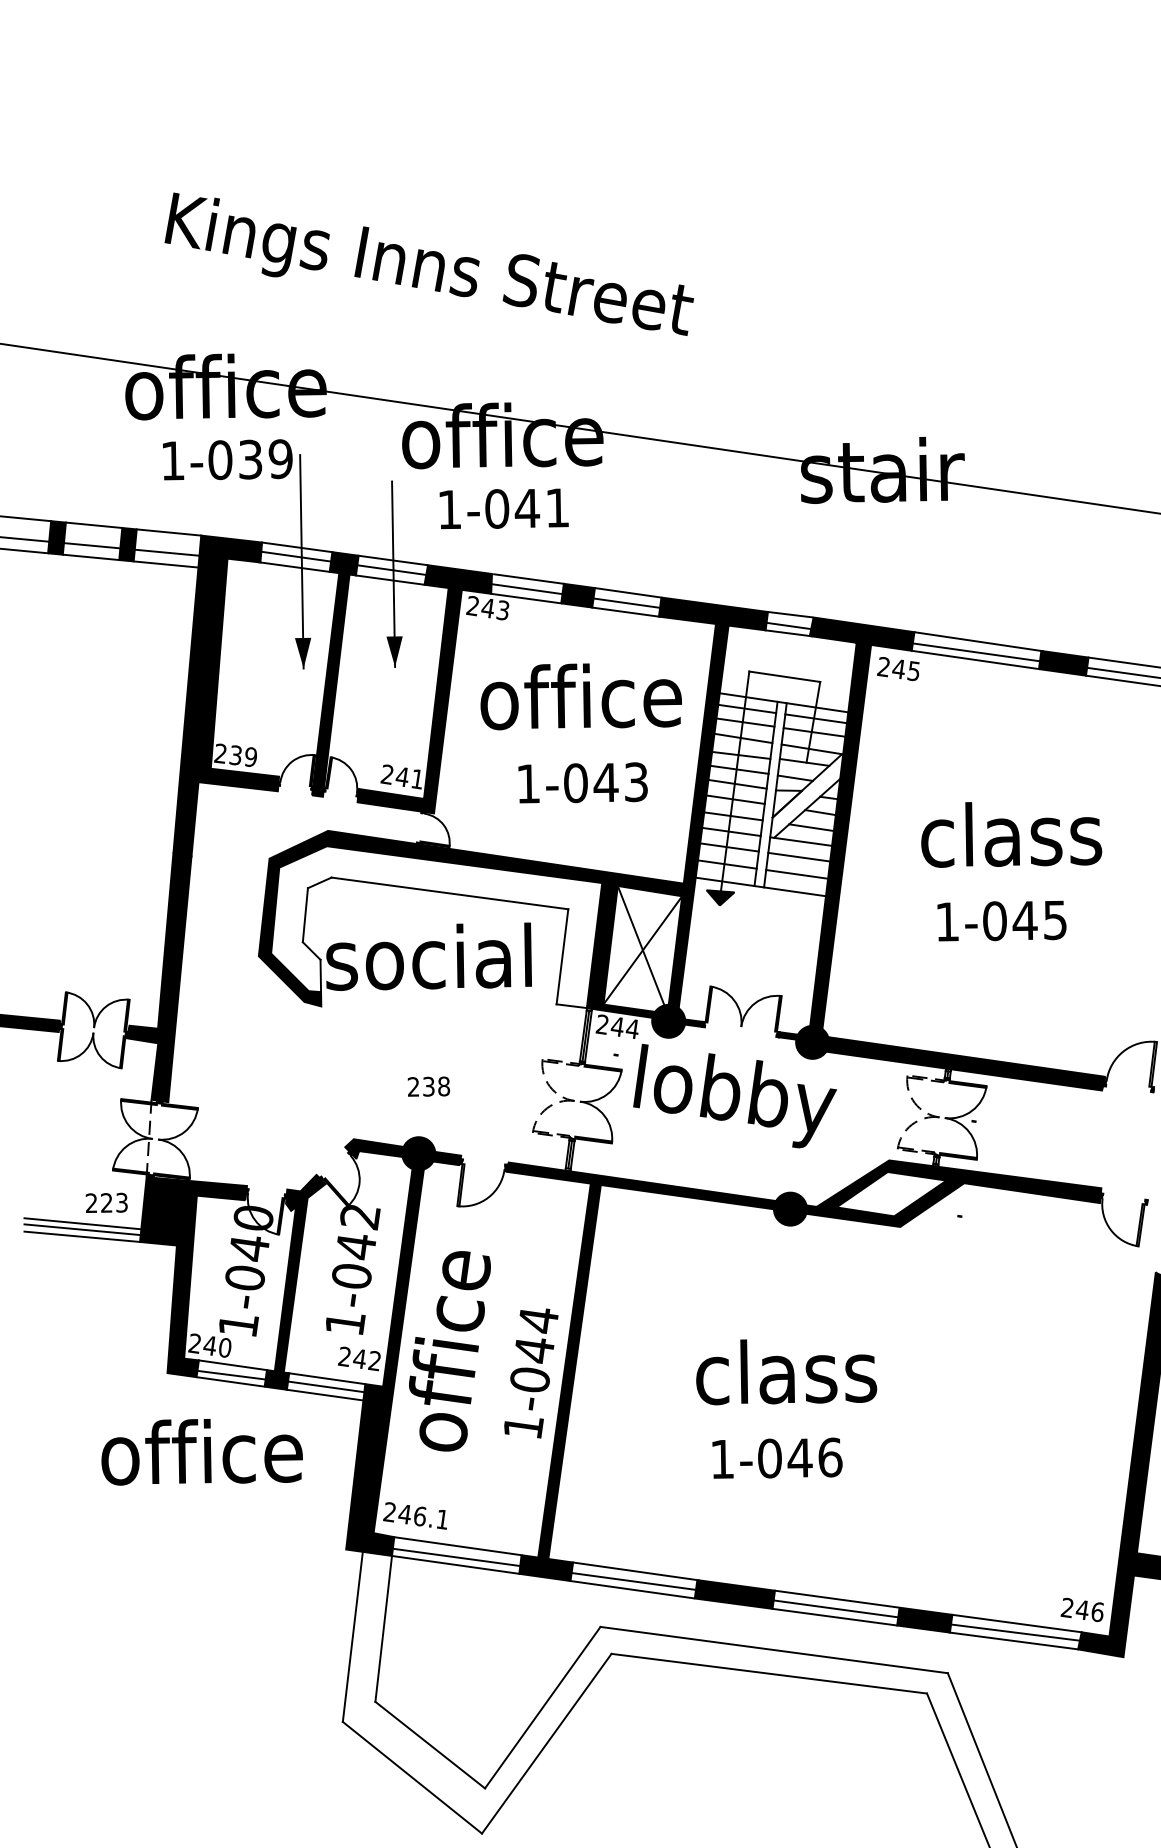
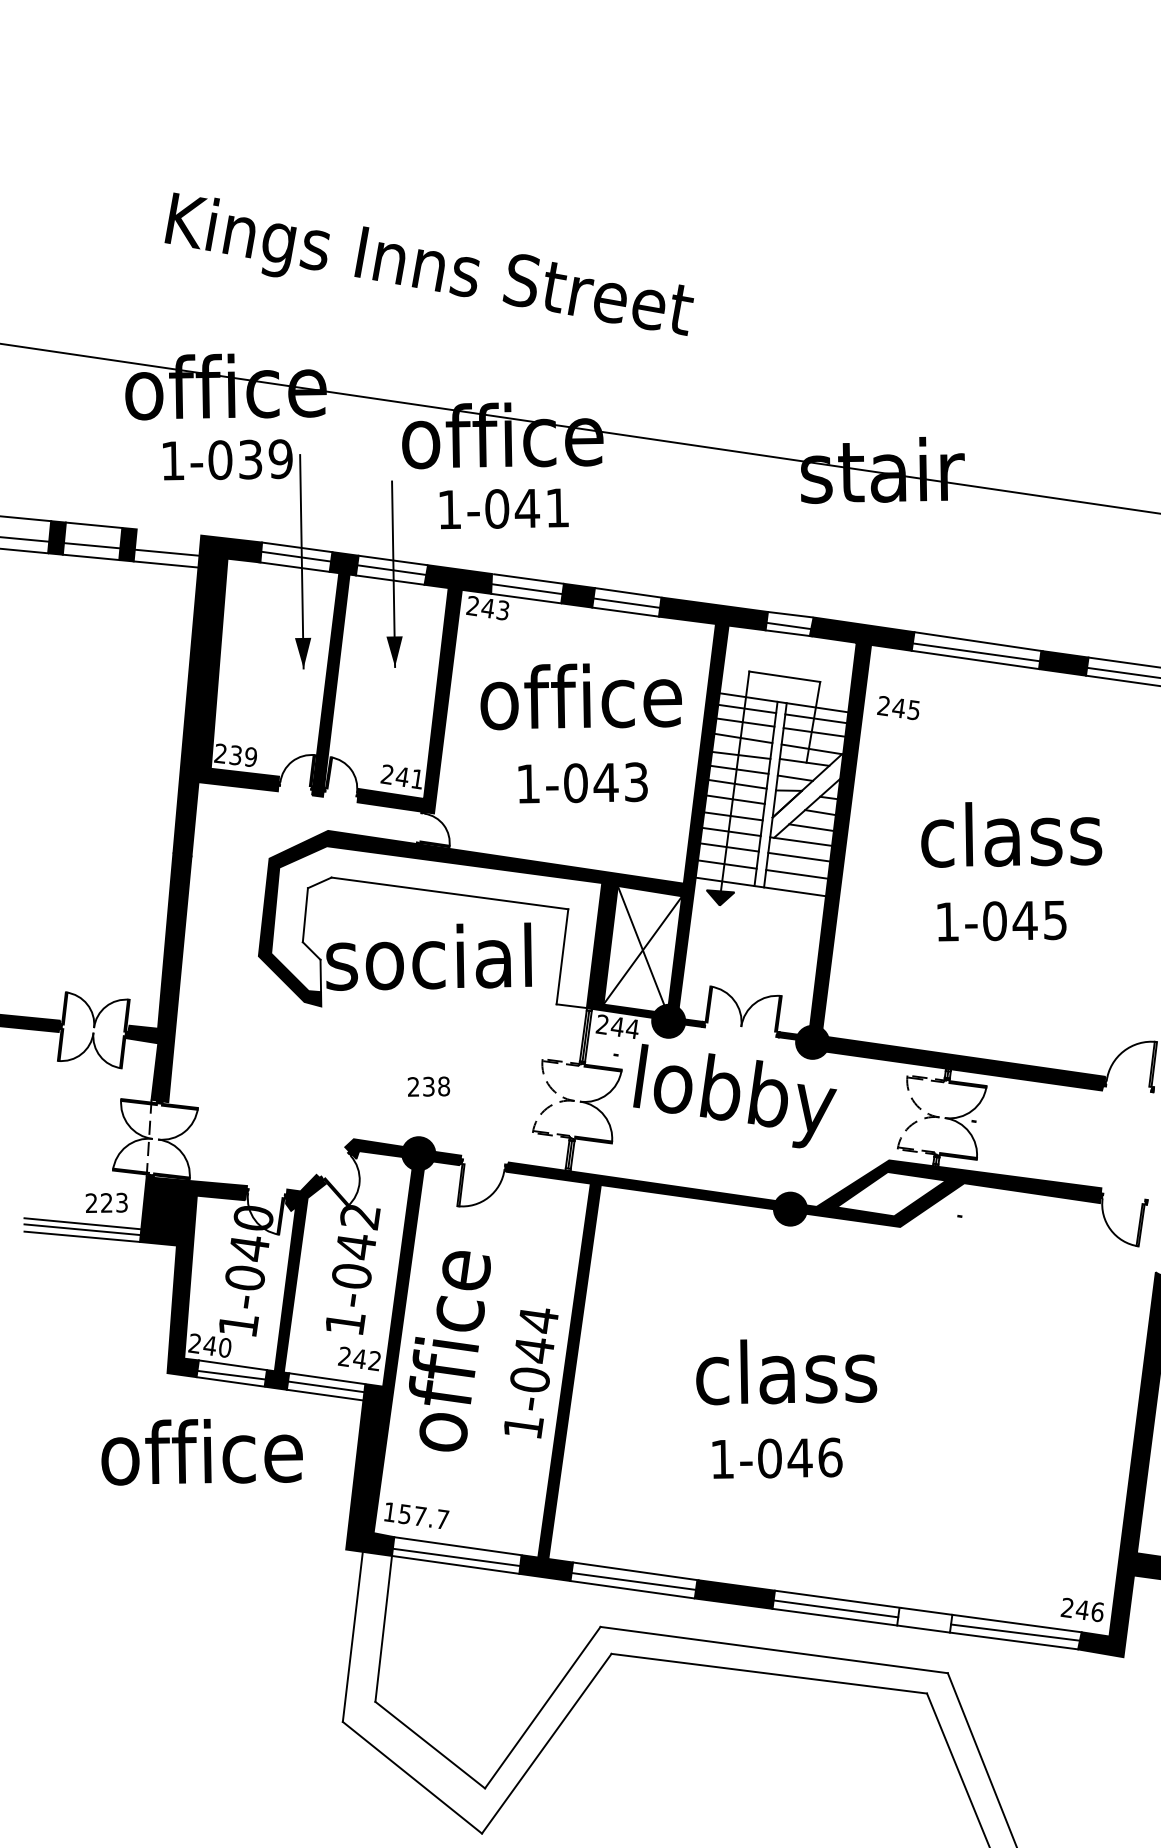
line at (168, 532): present -> none
text at (898, 669) position: (898, 669) -> (898, 708)
text at (416, 1515): 246.1 -> 157.7
fill at (924, 1619): present -> none
